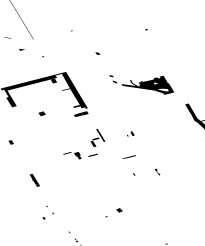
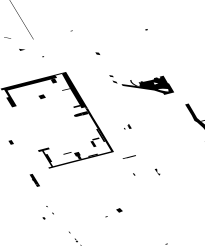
part at (41, 113) position: (41, 113) -> (41, 96)
part at (130, 133) position: (130, 133) -> (127, 126)
fill at (75, 138): none -> present
